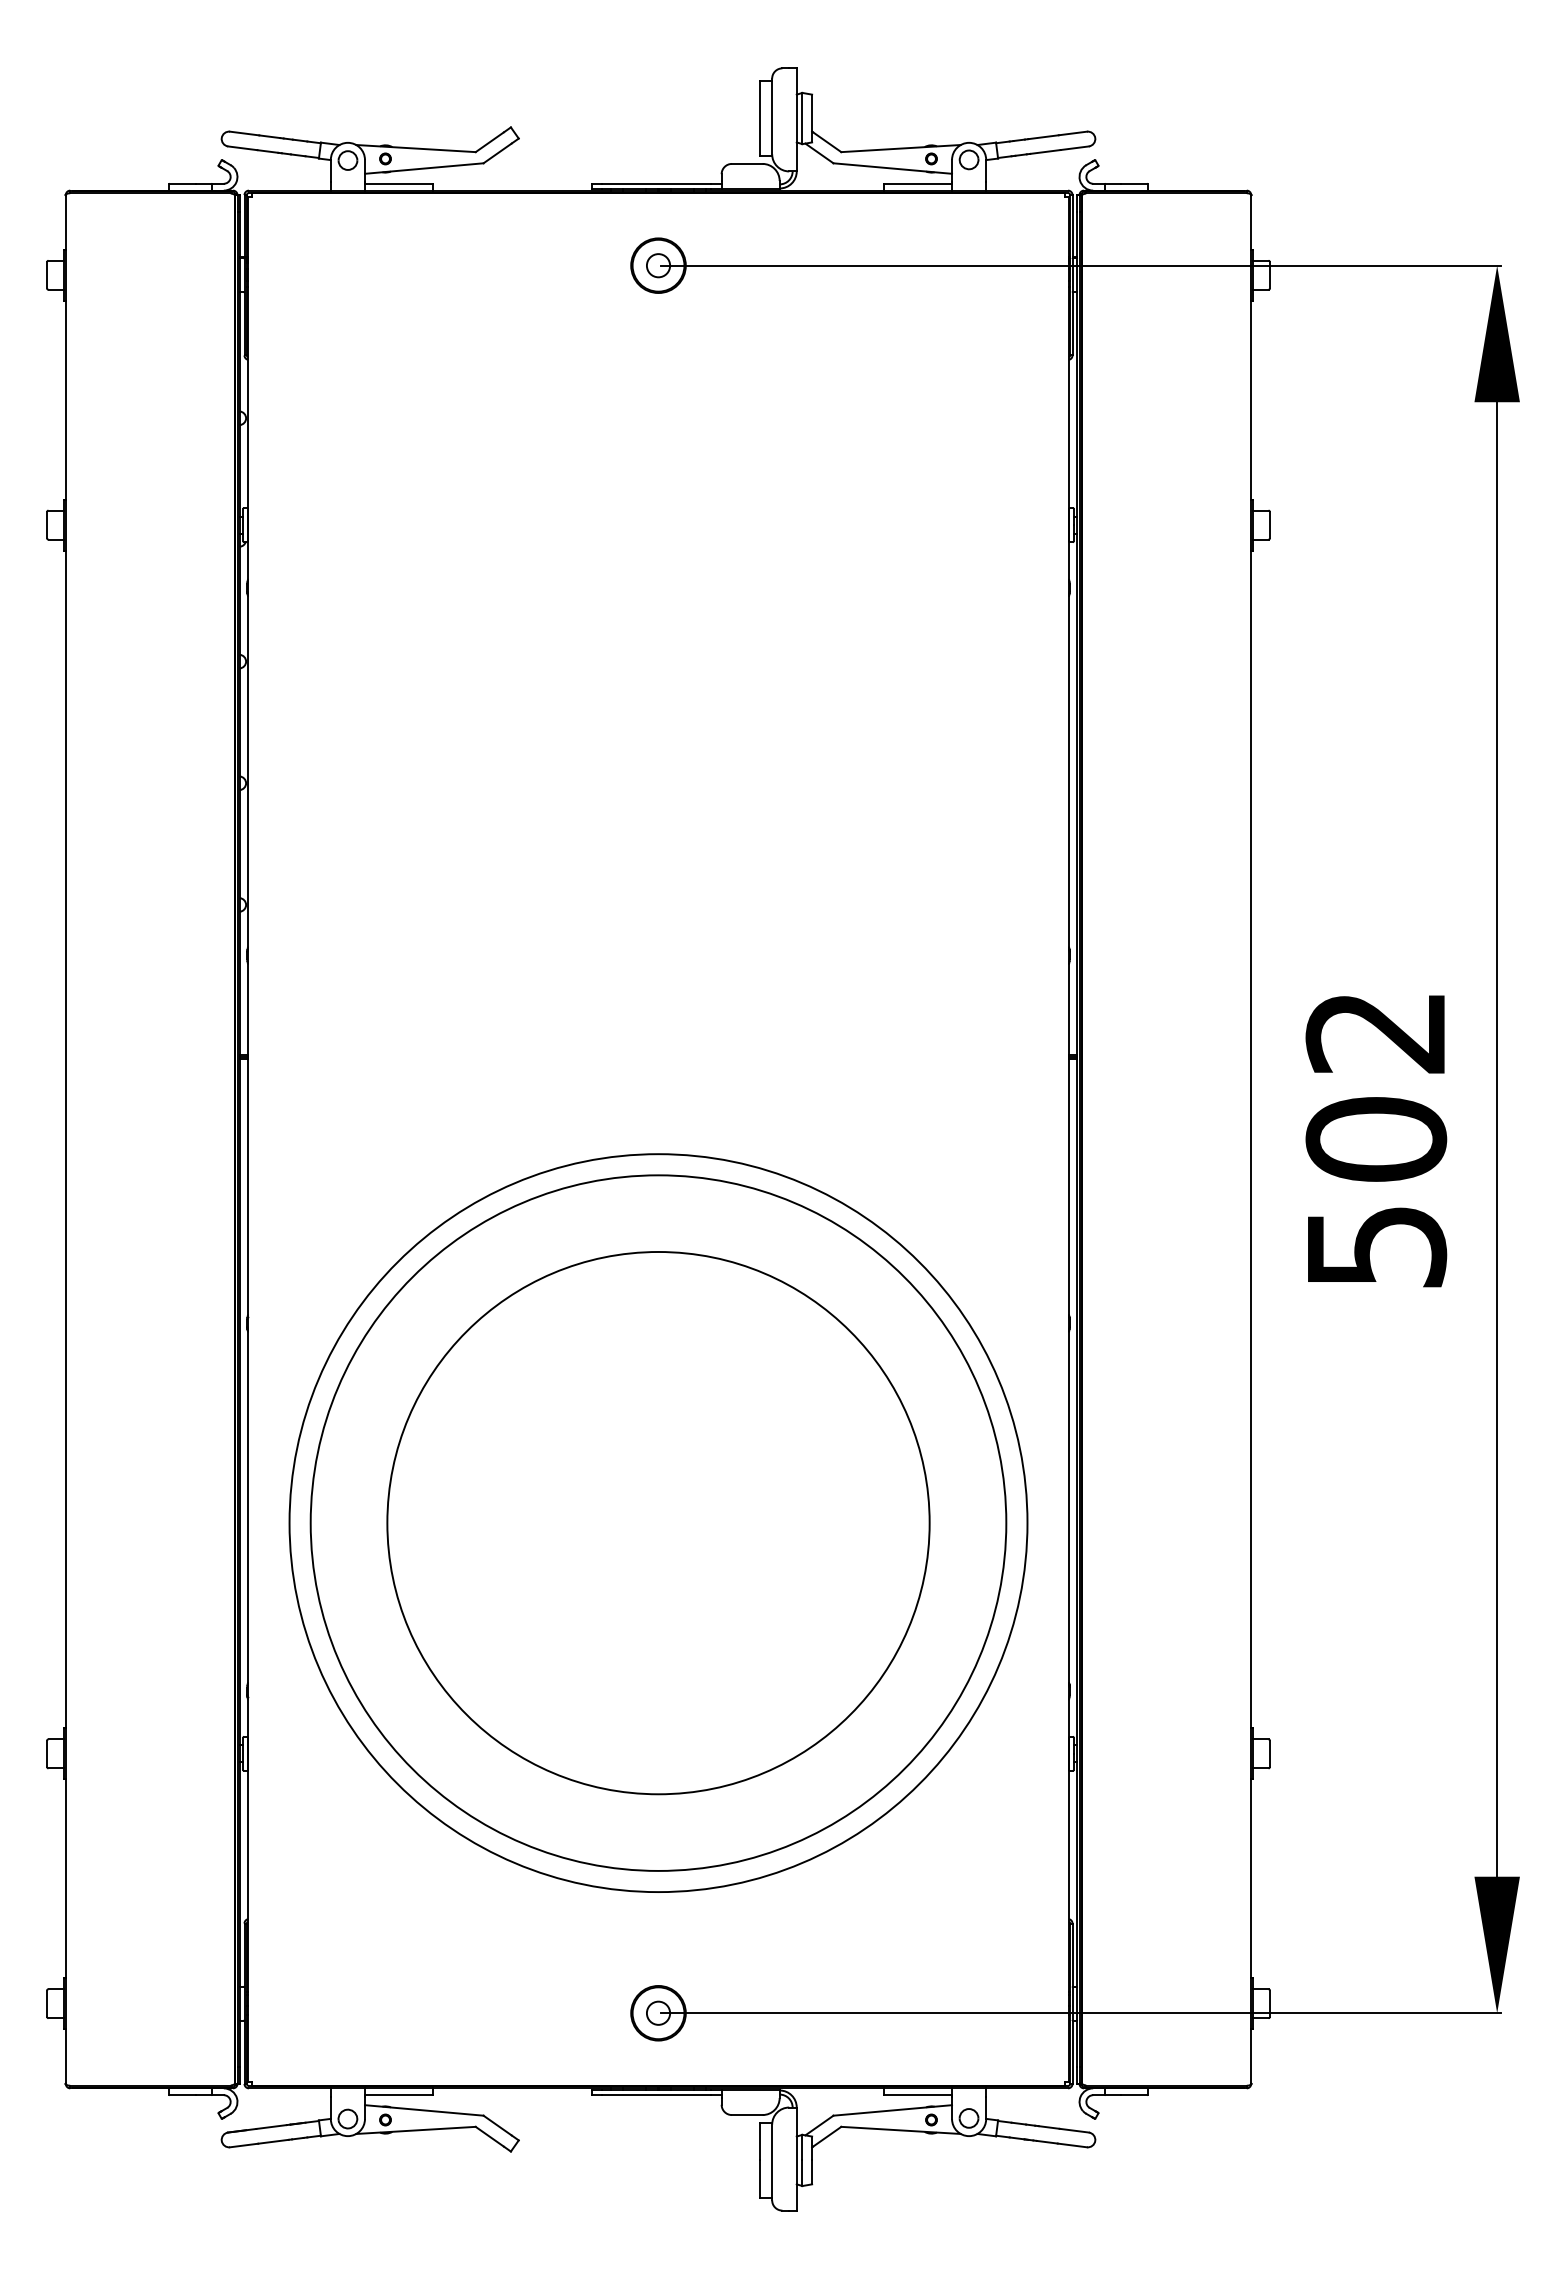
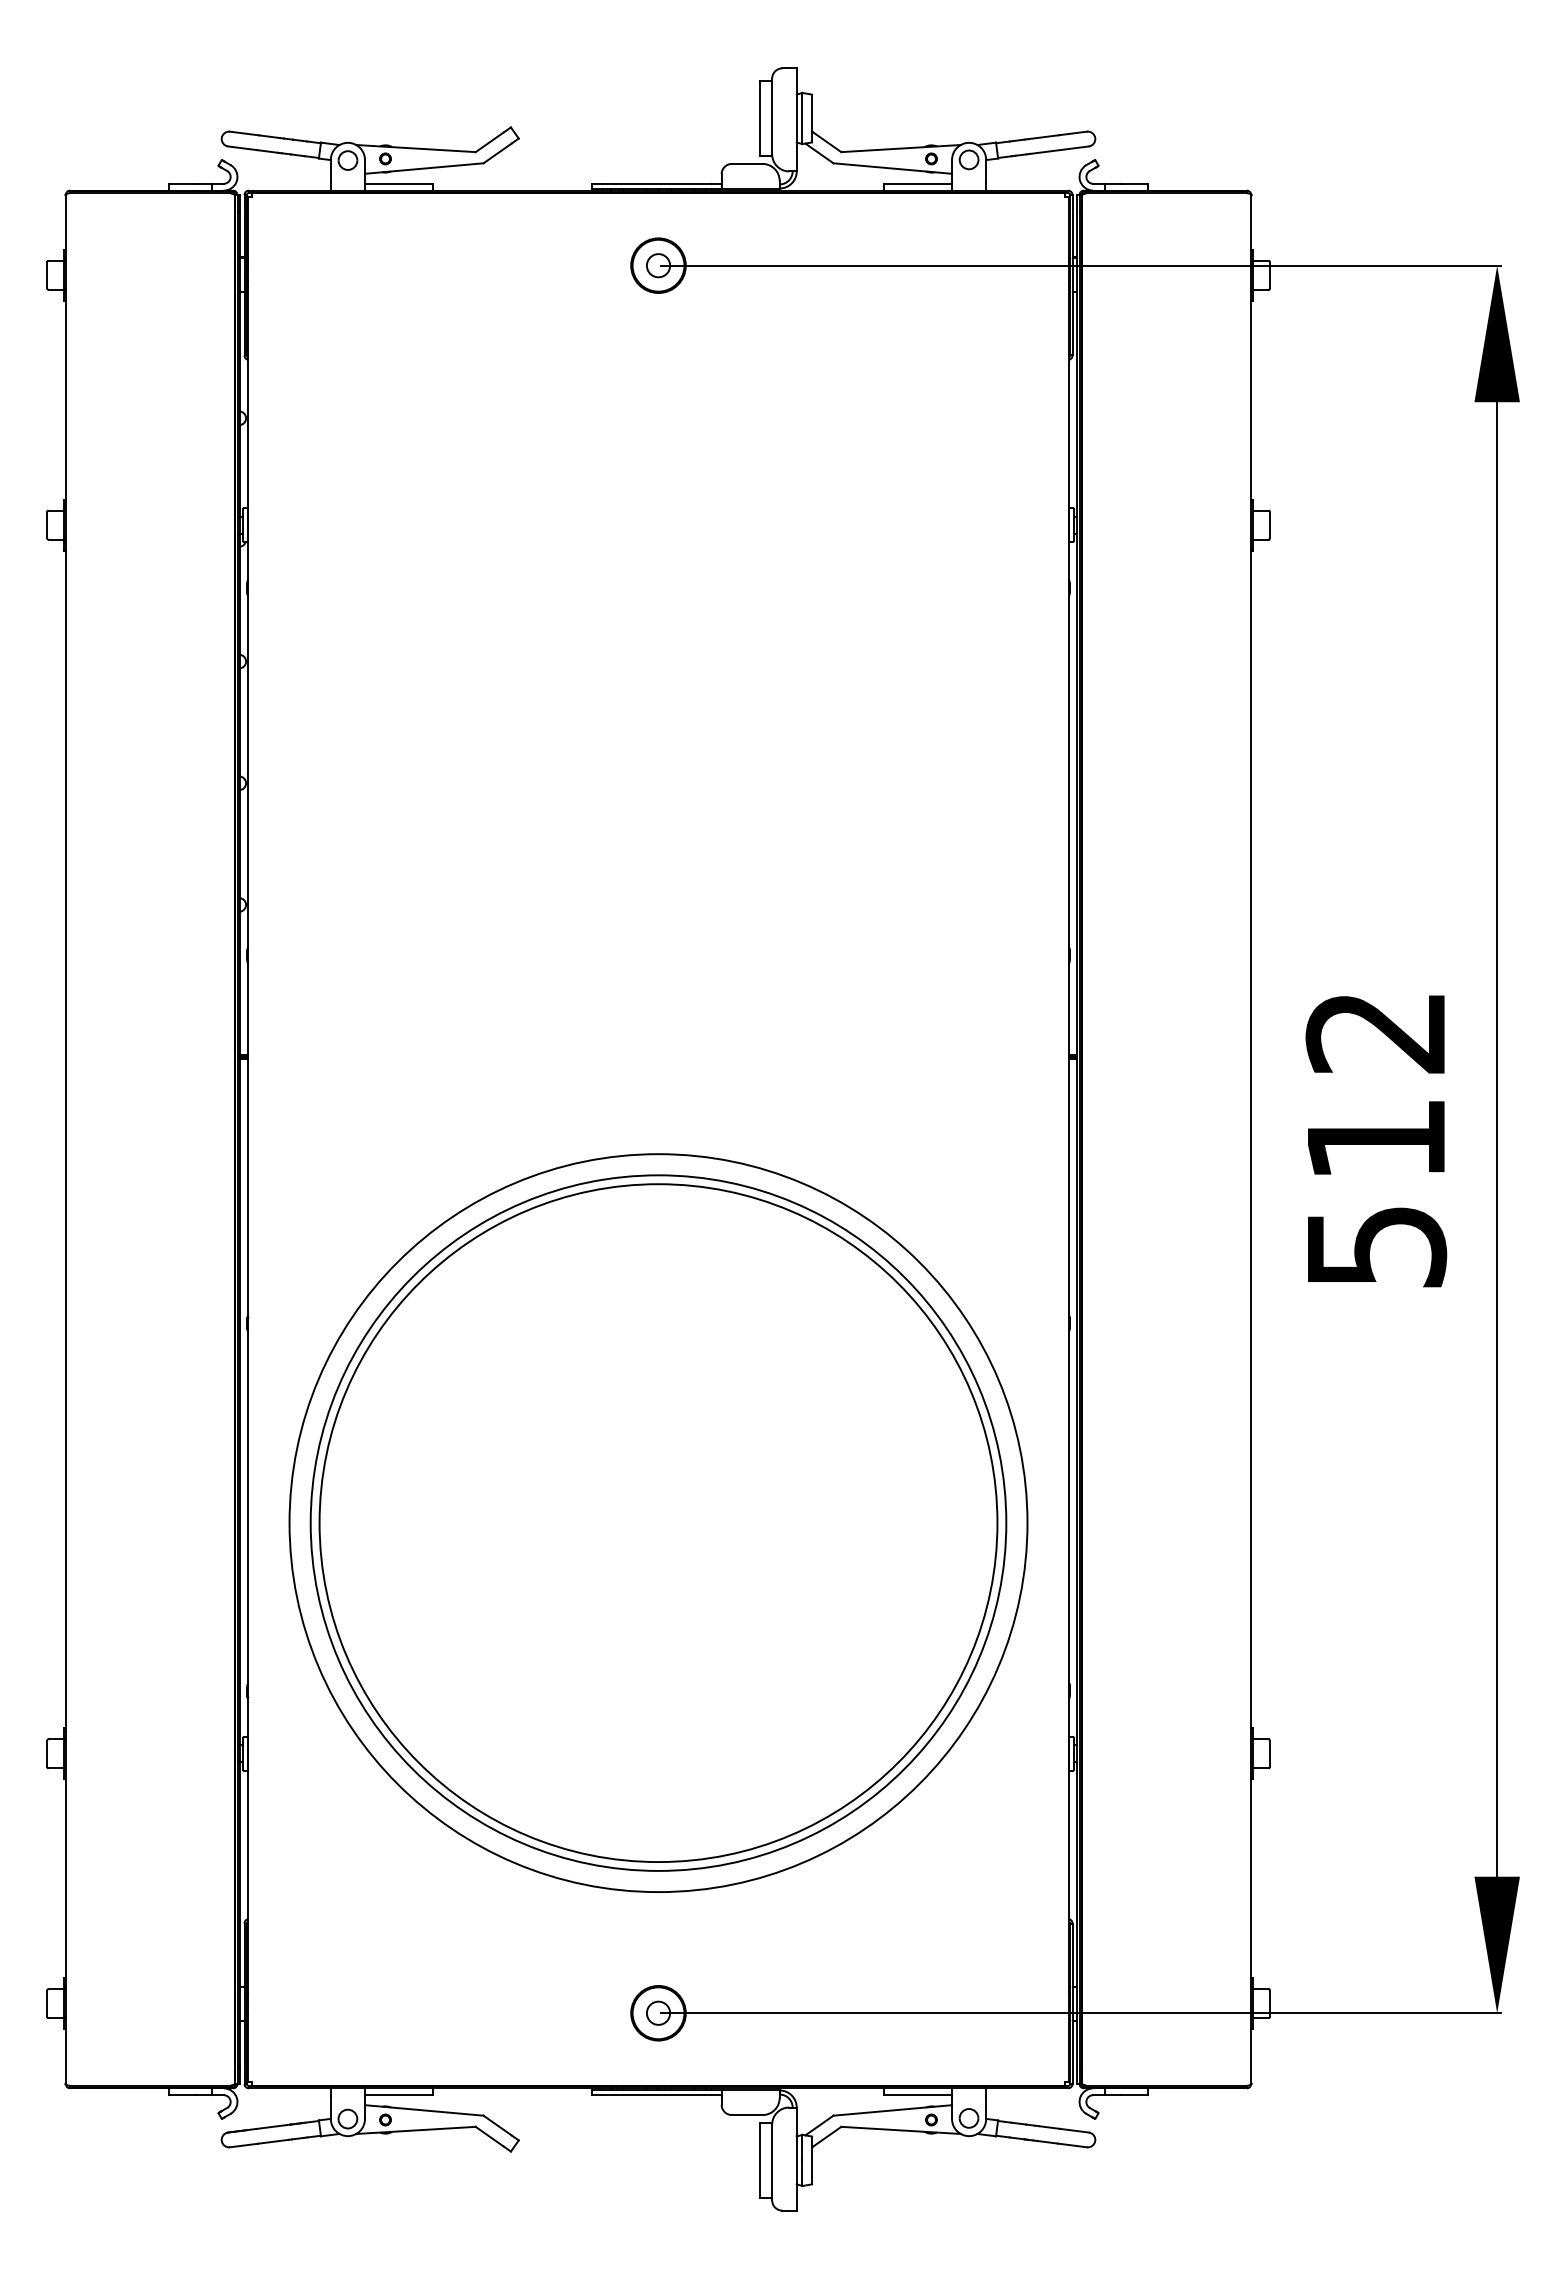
text at (1376, 1139): 502 -> 512
circle at (658, 1522) diameter: 542 px -> 678 px
